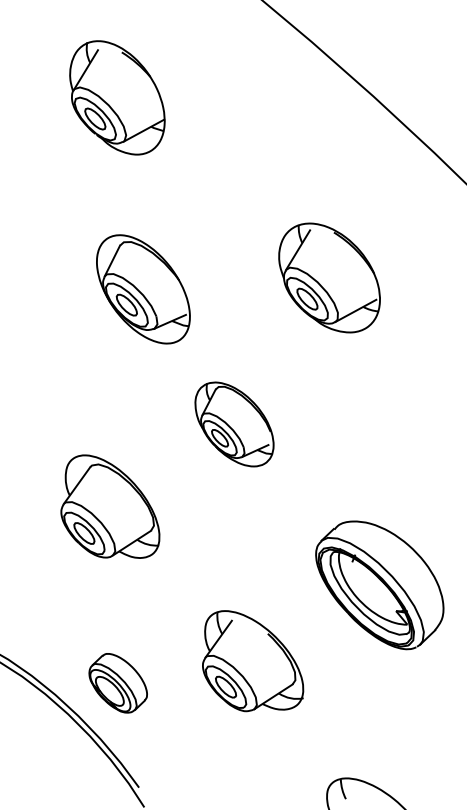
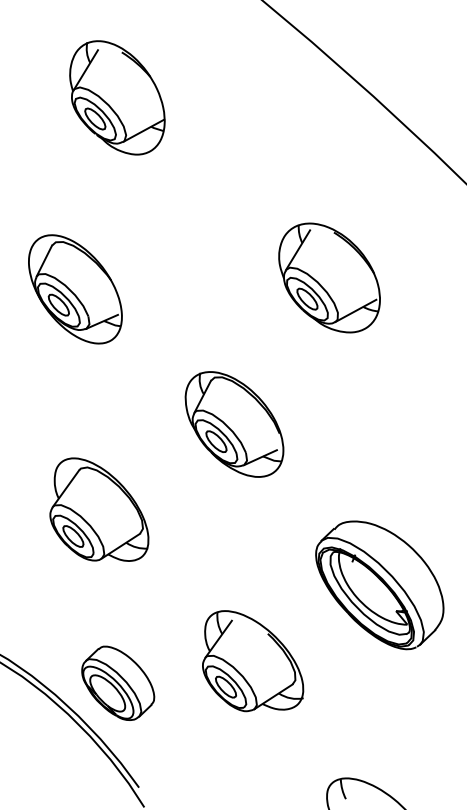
part at (143, 289) position: (143, 289) -> (75, 289)
part at (234, 424) size: 81x87 px -> 101x107 px
part at (110, 506) position: (110, 506) -> (99, 509)
part at (117, 683) size: 60x61 px -> 75x76 px
